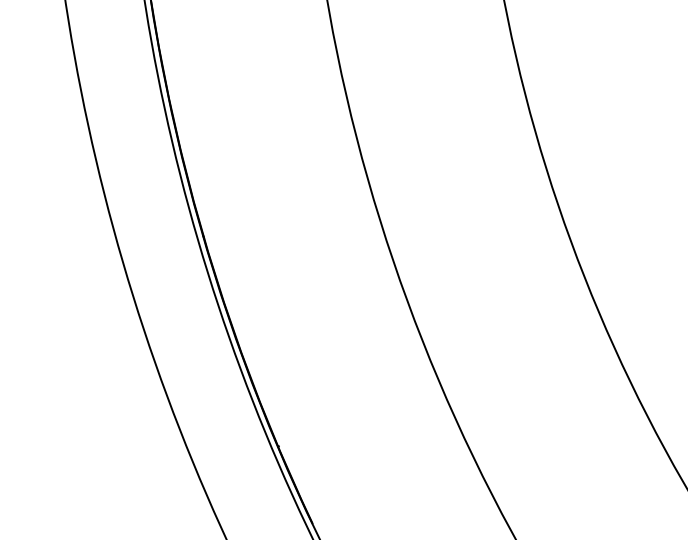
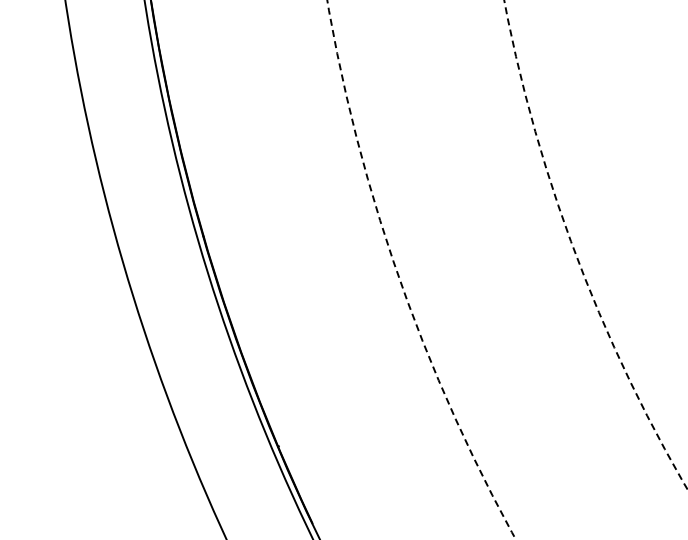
arc at (575, 253): solid -> dashed
arc at (399, 278): solid -> dashed
